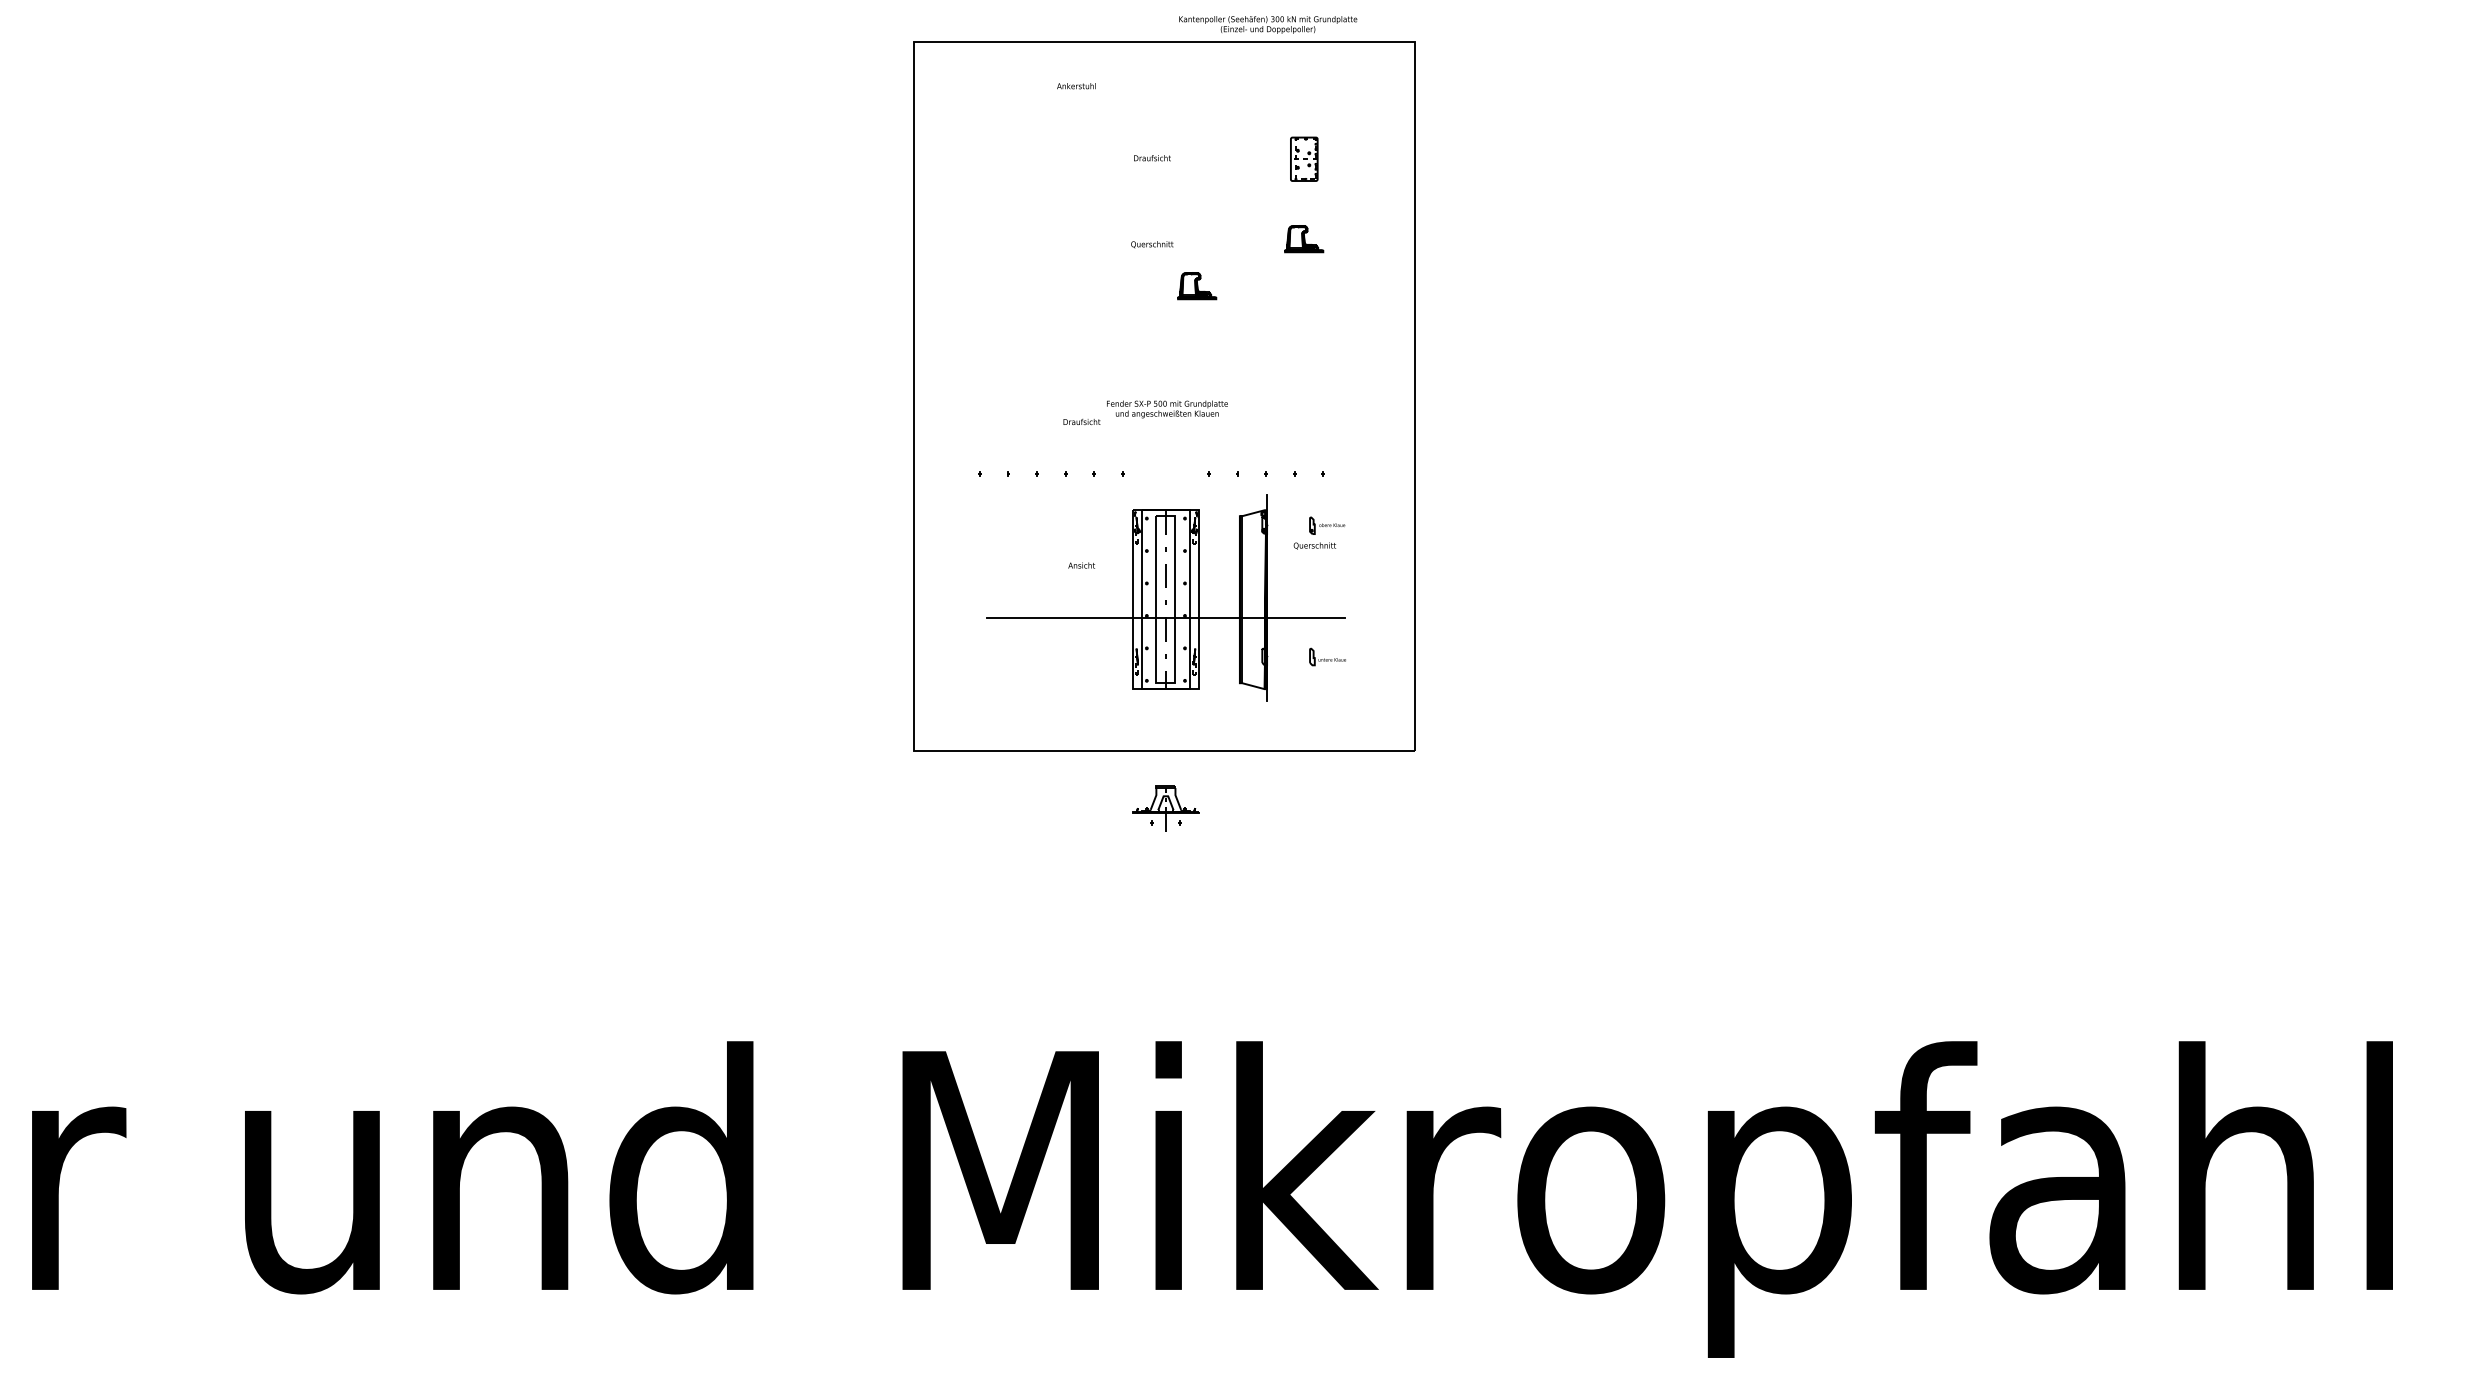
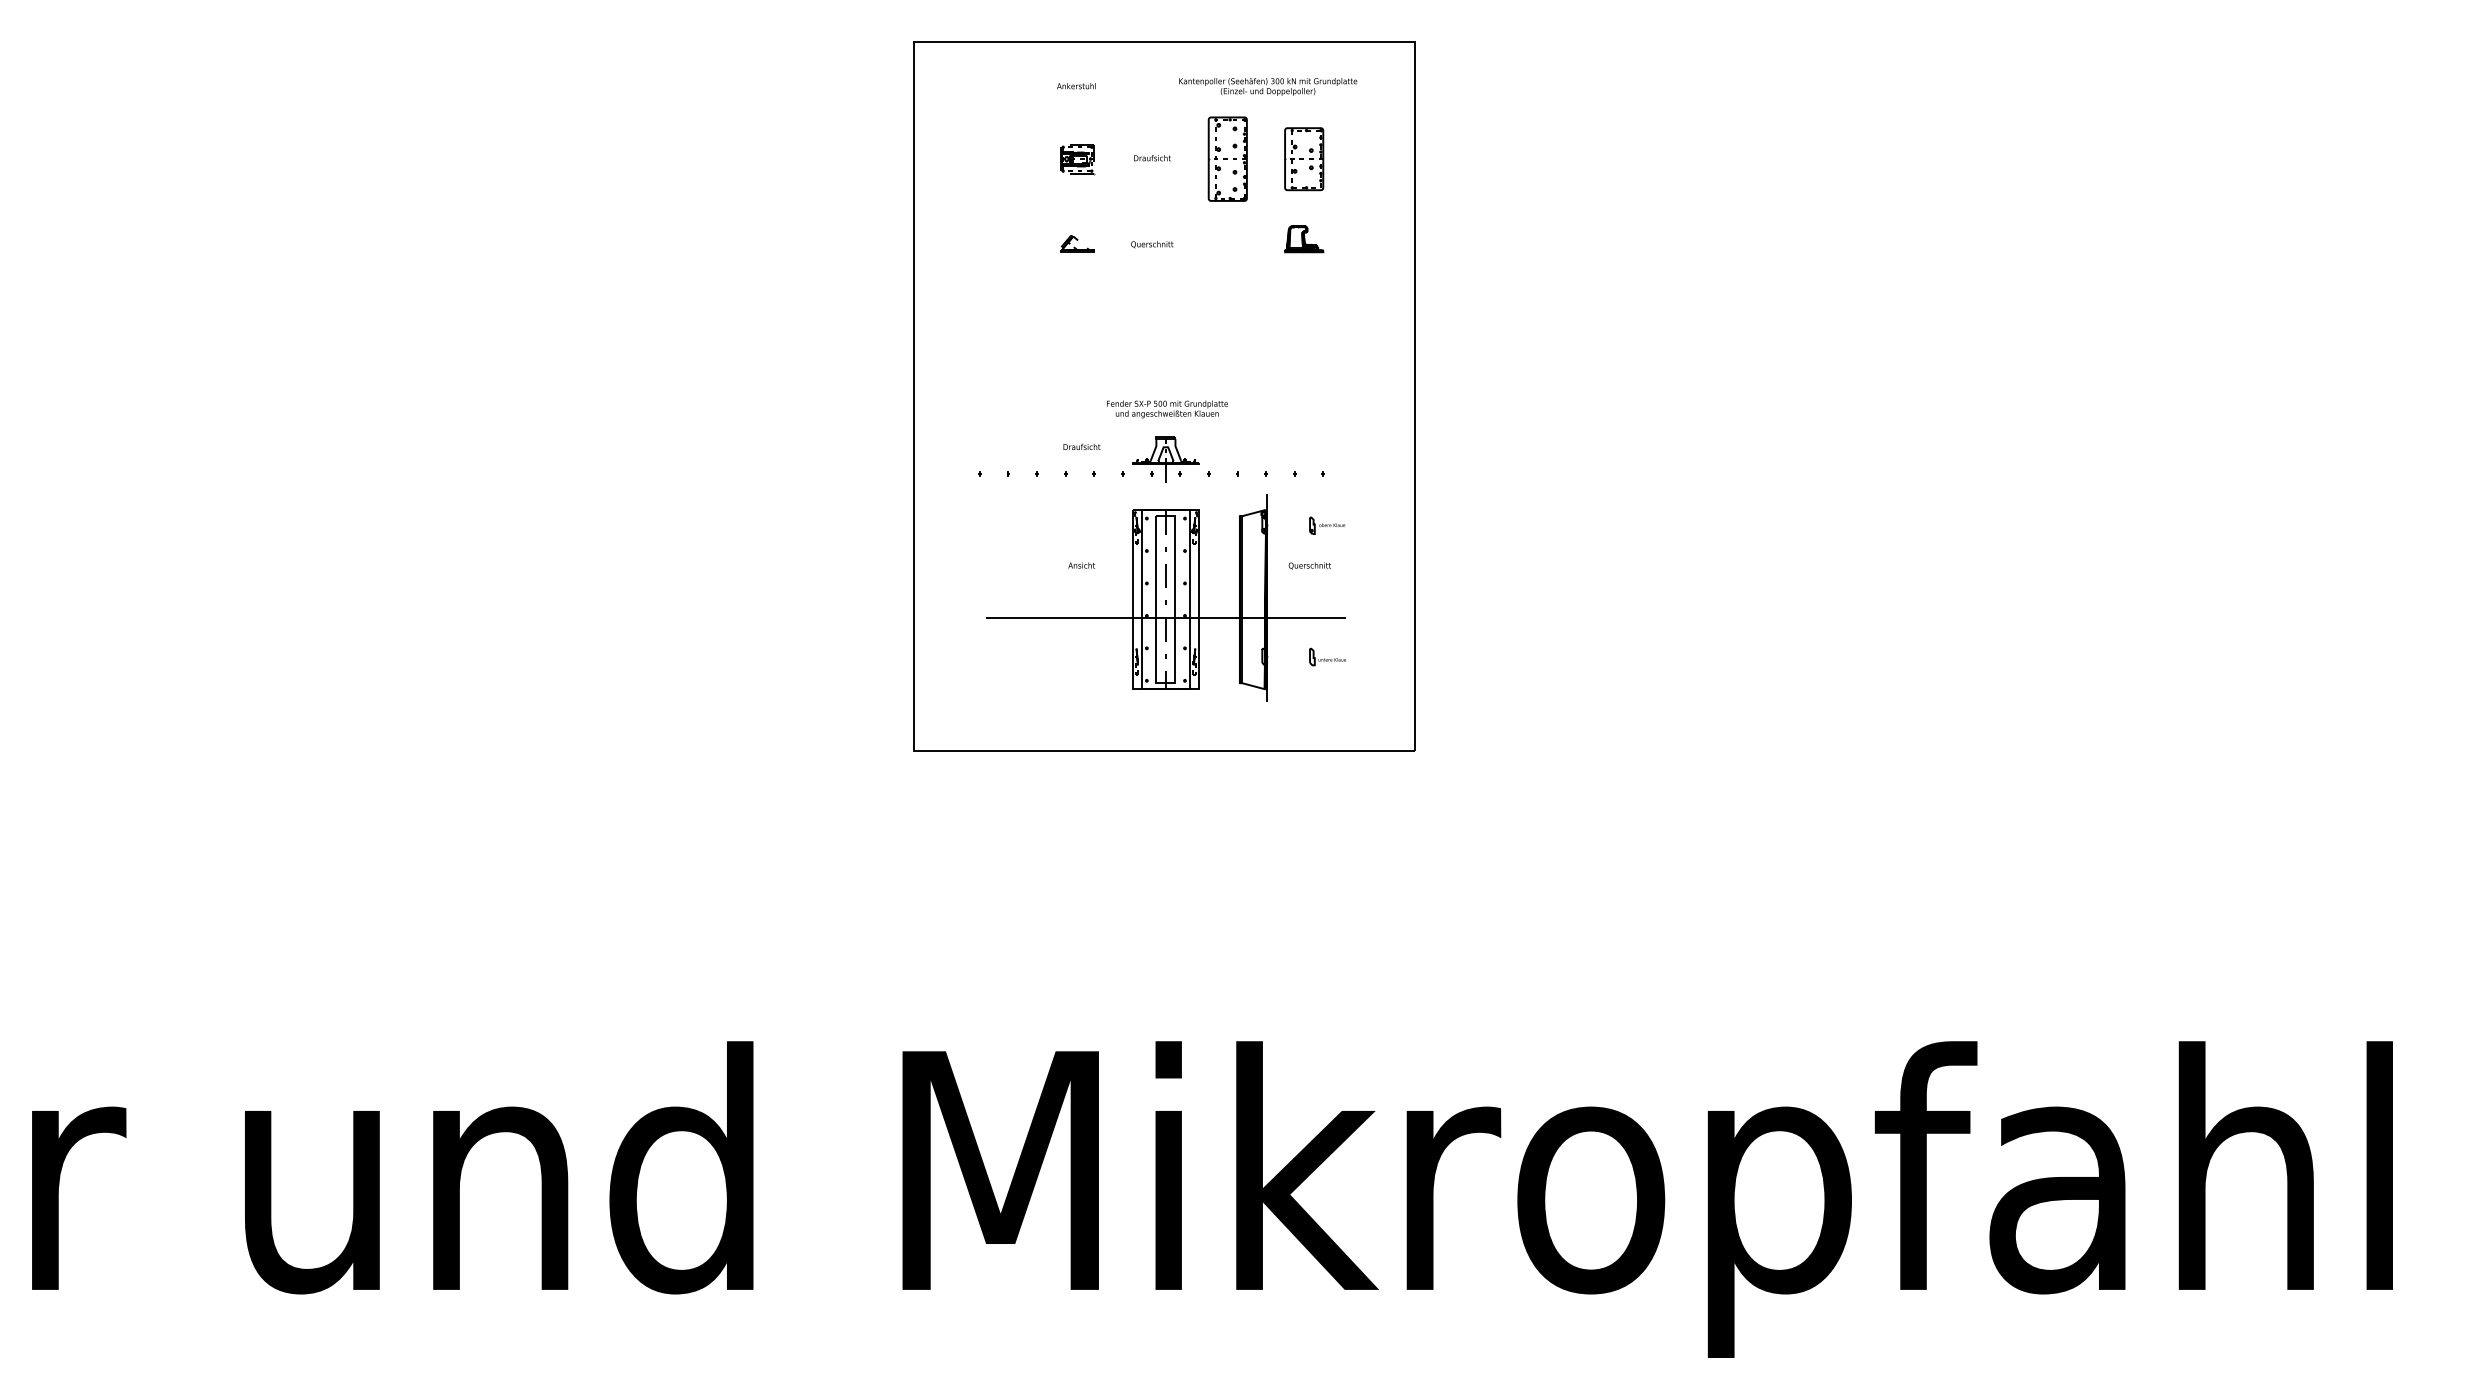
text at (1268, 24) position: (1268, 24) -> (1268, 86)
part at (1227, 158): none -> present
part at (1304, 158) size: 29x46 px -> 41x65 px
part at (1077, 159): none -> present
part at (1077, 243): none -> present
part at (1197, 286): present -> none
text at (1081, 422) position: (1081, 422) -> (1081, 447)
text at (1314, 545) position: (1314, 545) -> (1309, 565)
part at (1165, 808) position: (1165, 808) -> (1165, 459)
